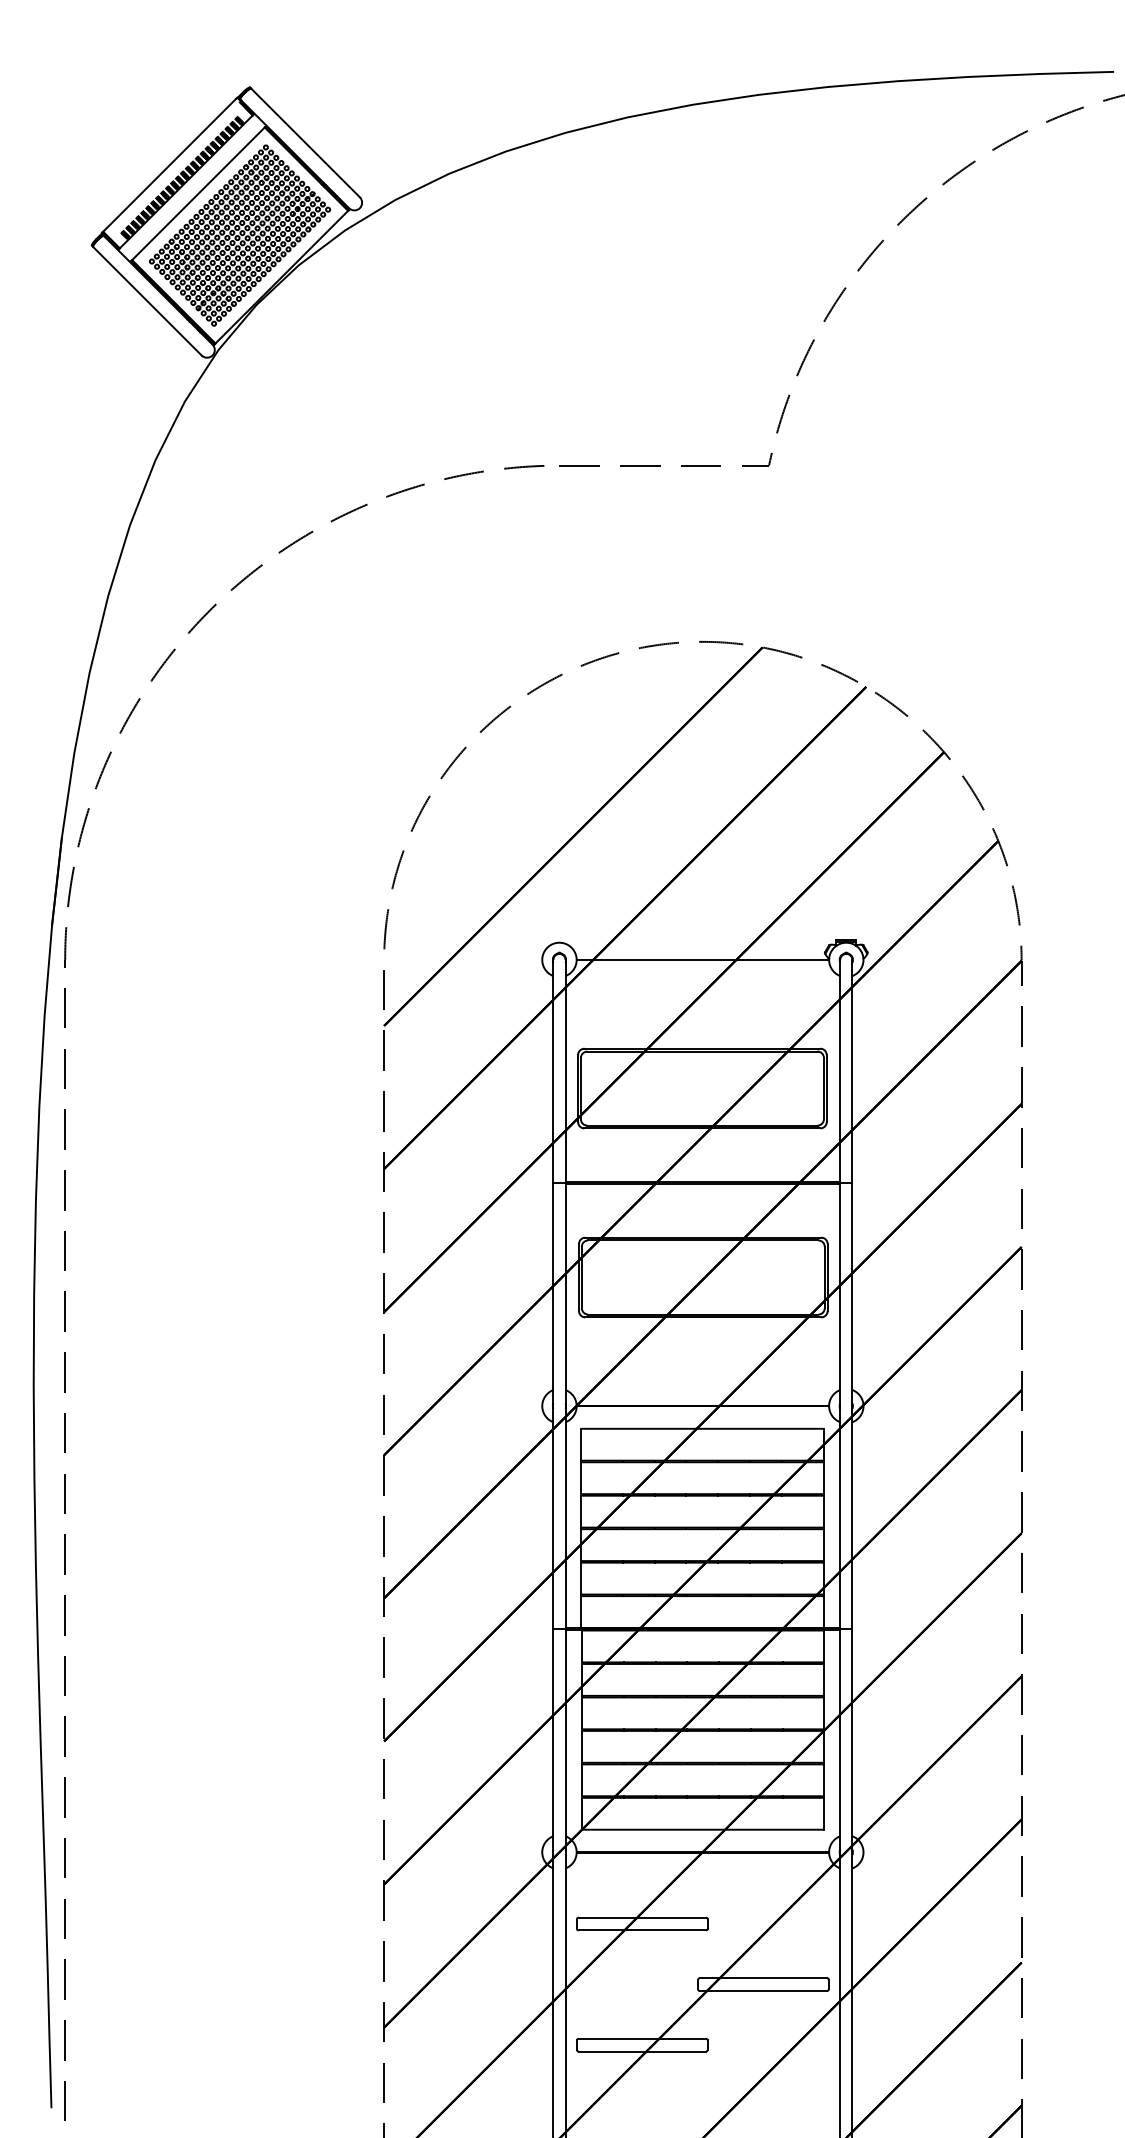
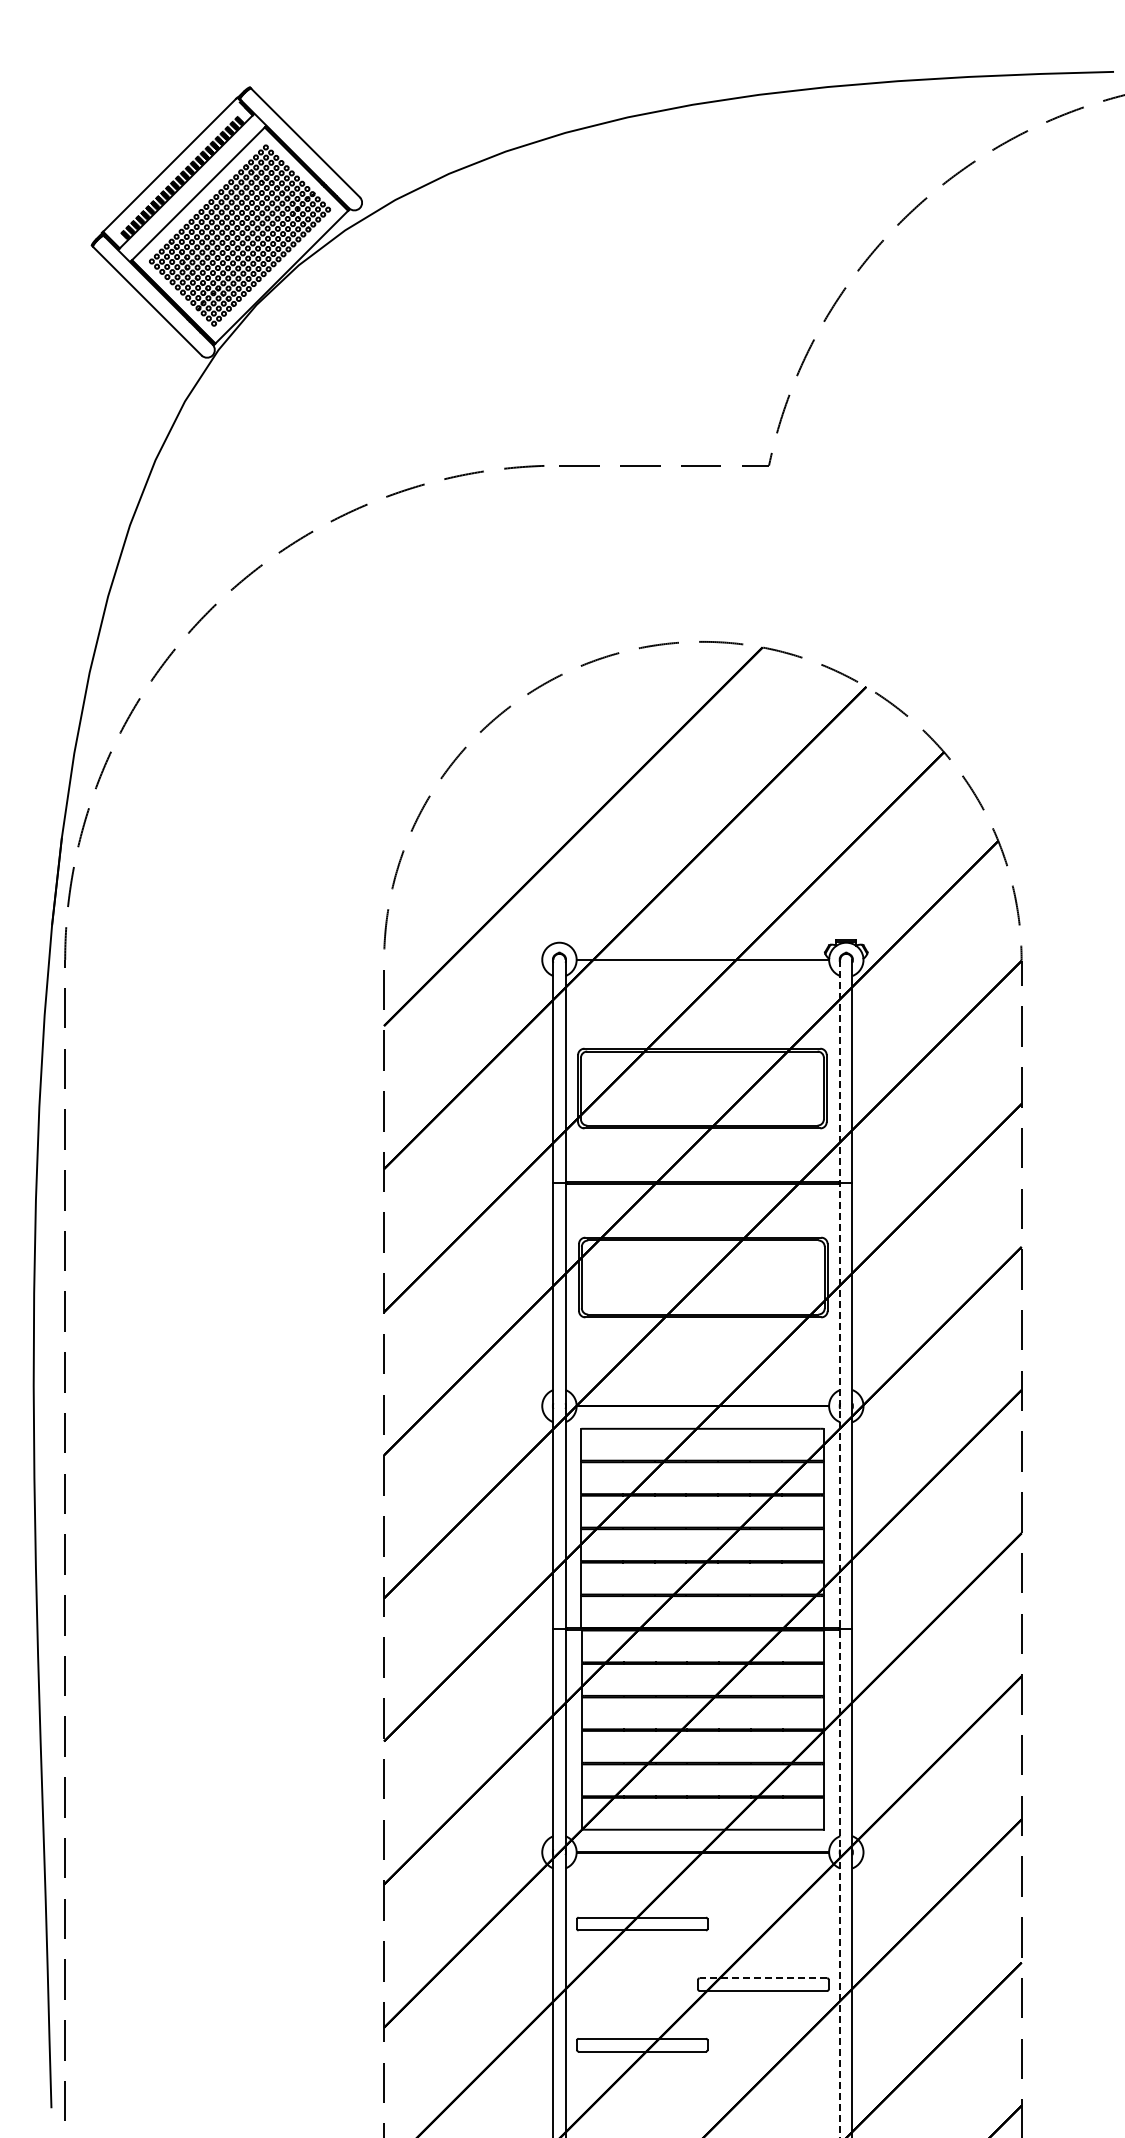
line at (840, 1548): solid -> dashed
line at (763, 1978): solid -> dashed
